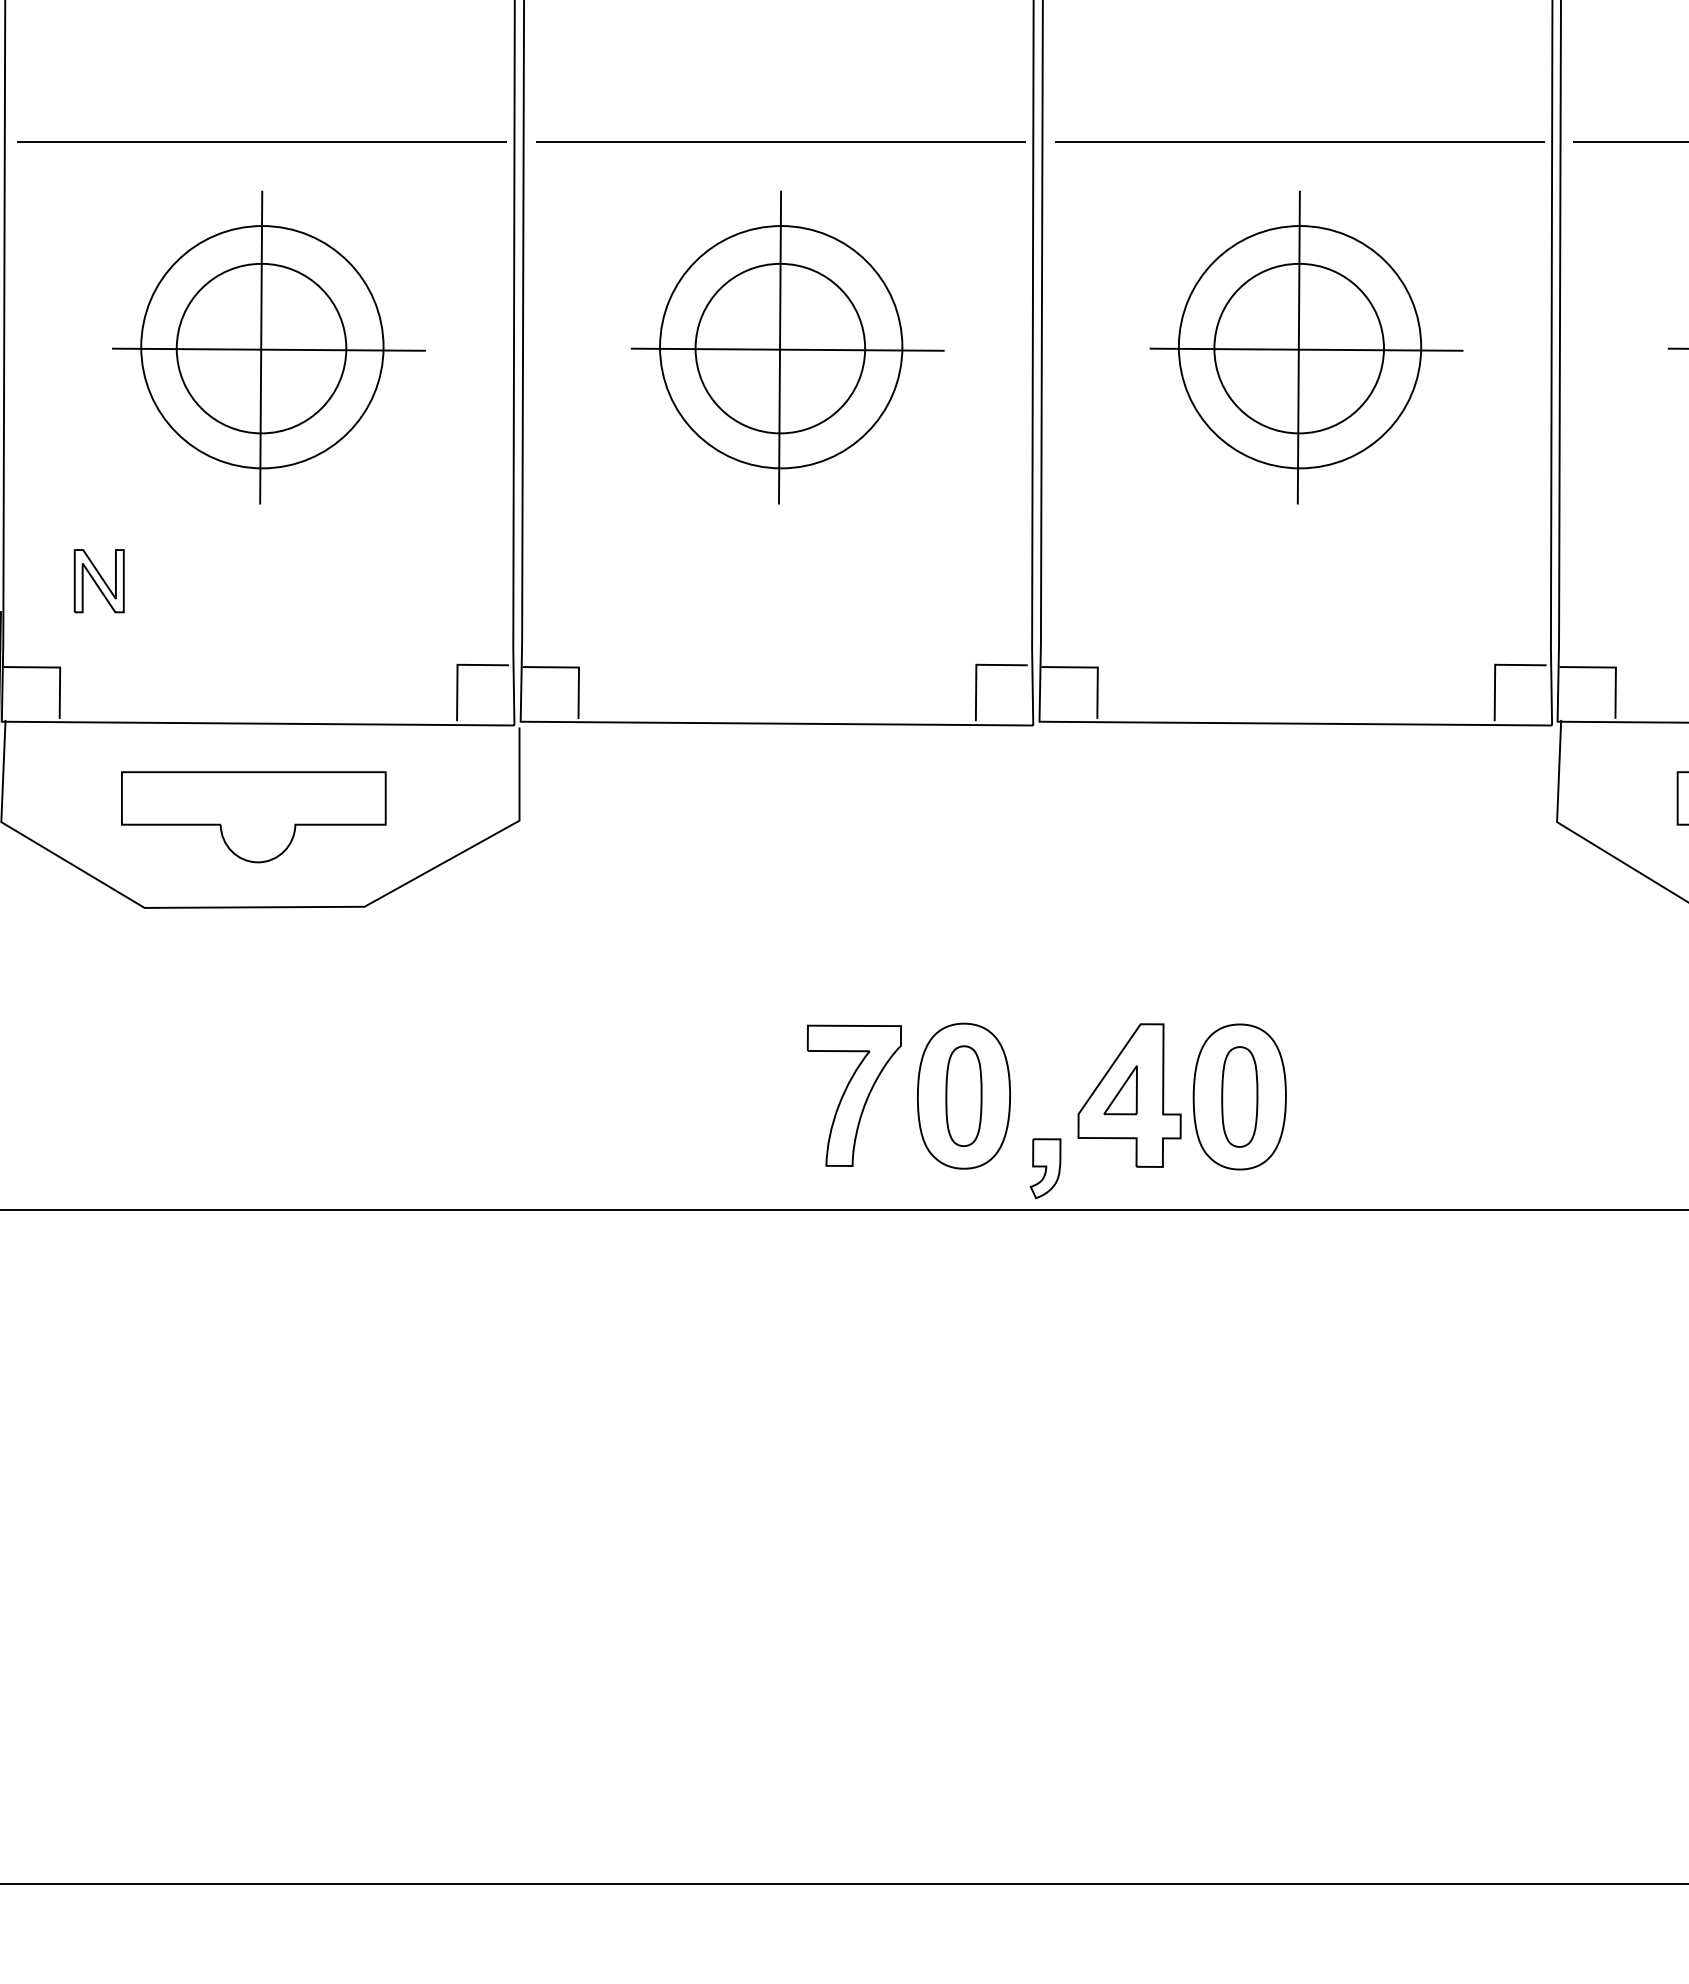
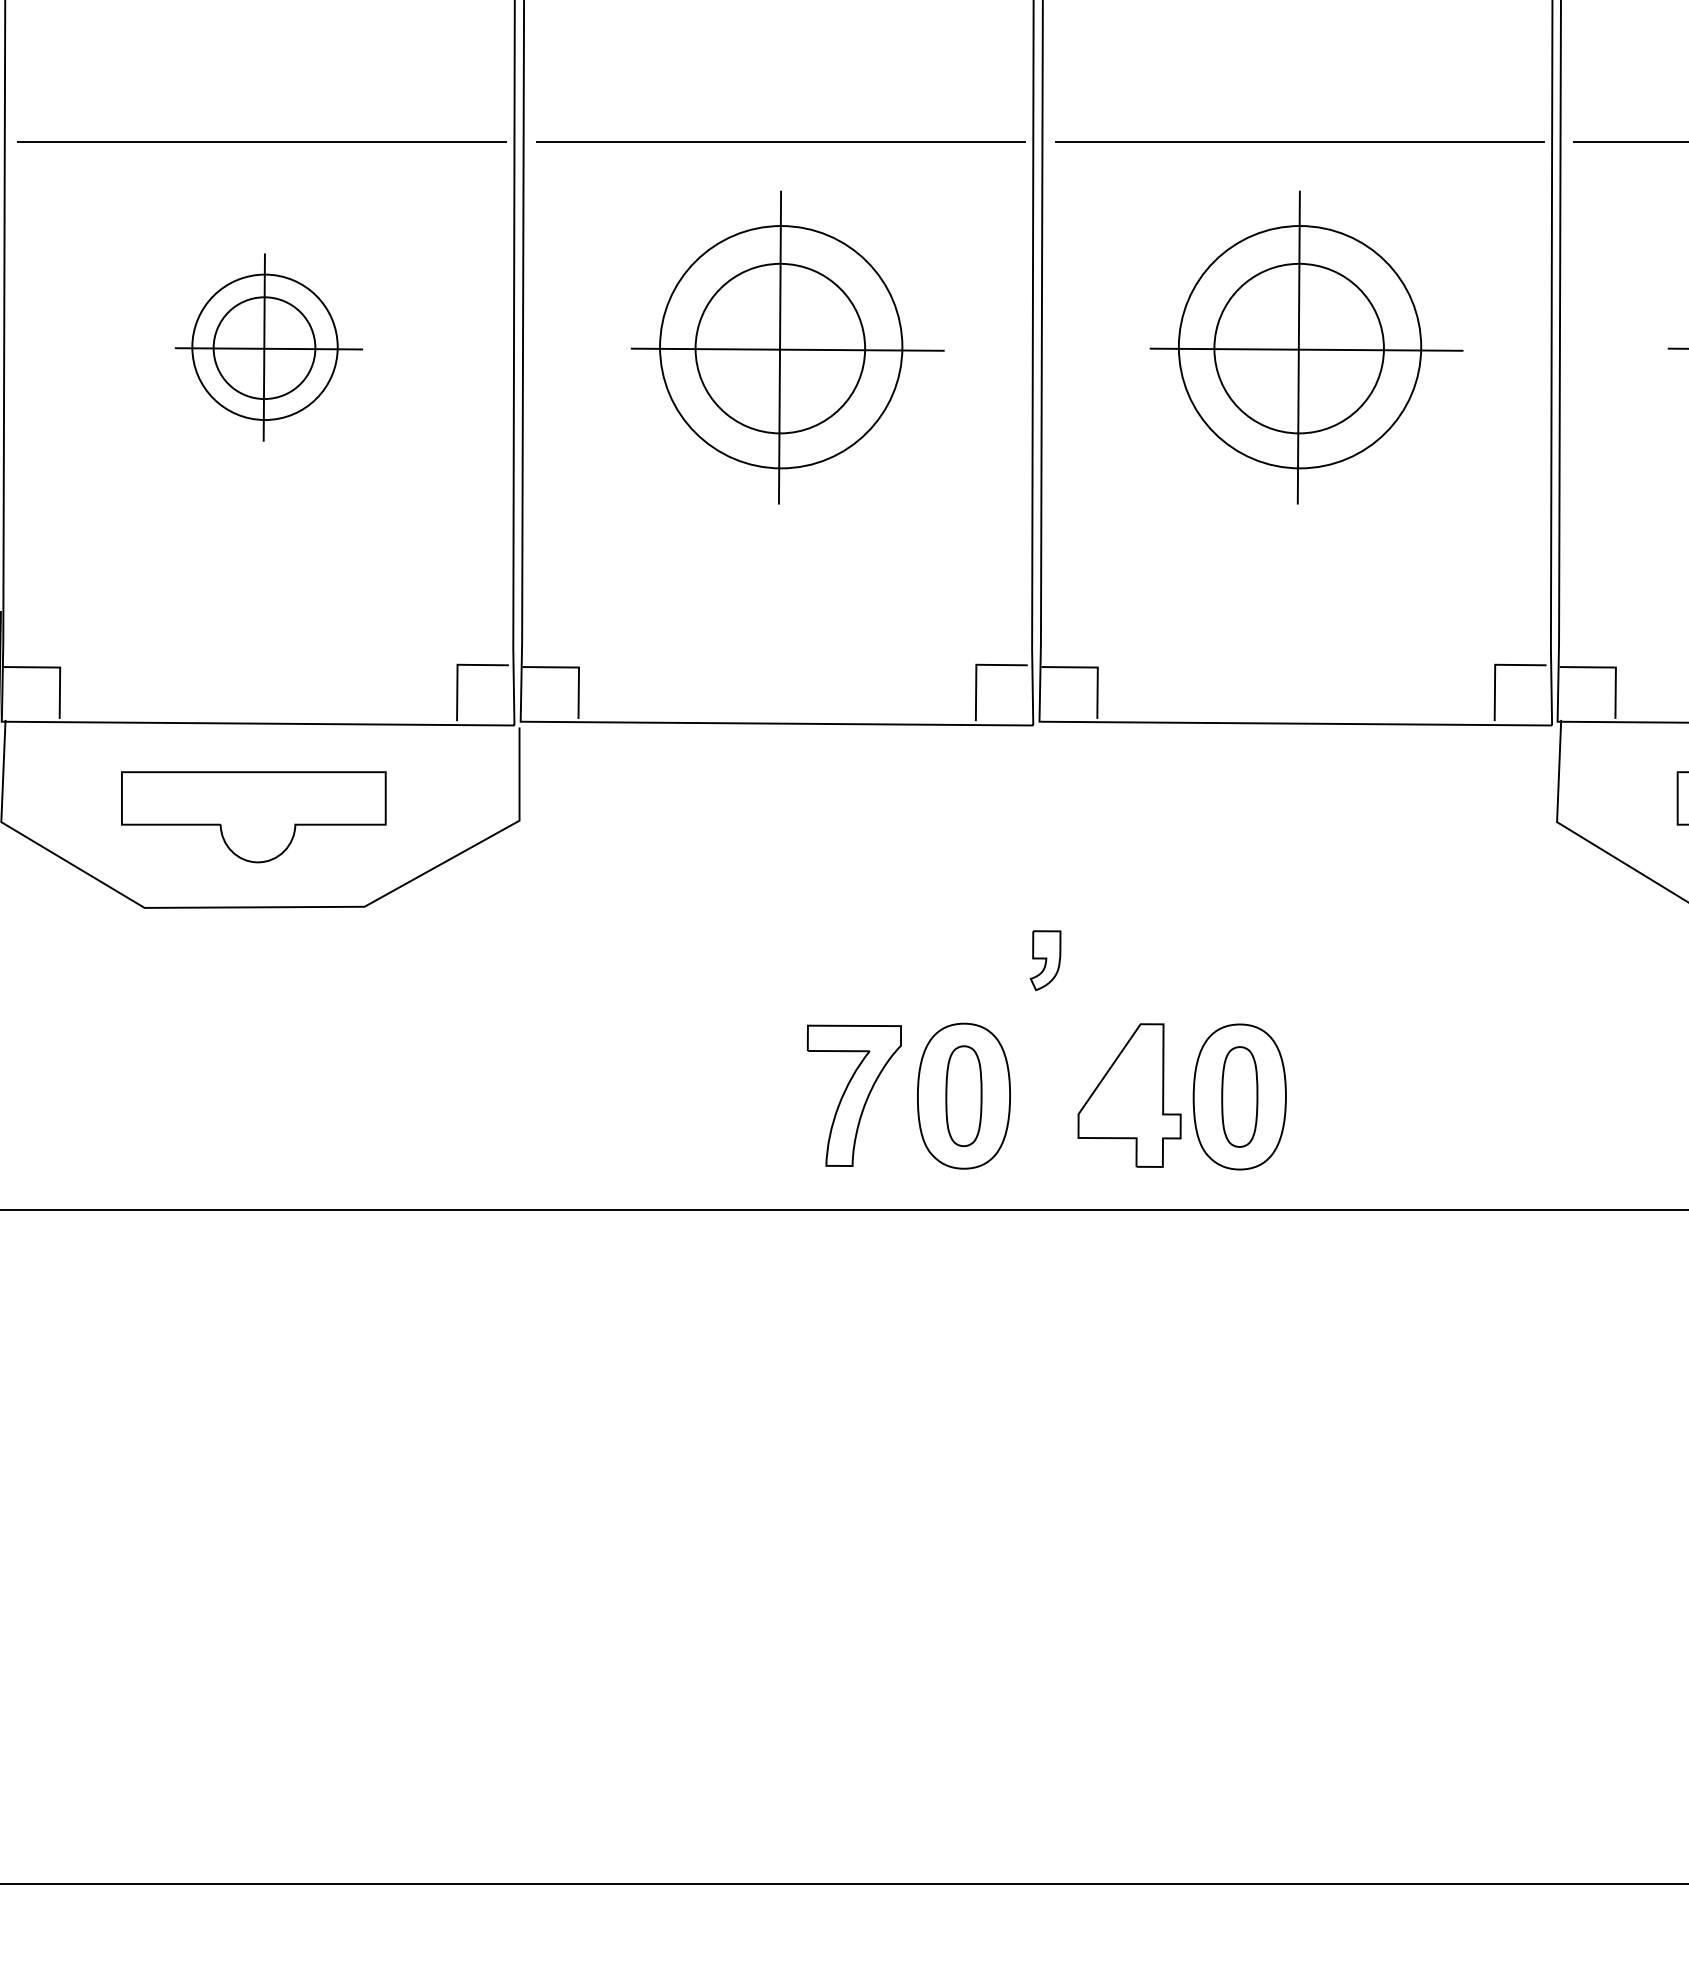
part at (268, 347) size: 314x315 px -> 190x189 px
part at (98, 581): present -> none
part at (1120, 1090): present -> none
part at (1045, 1168) position: (1045, 1168) -> (1045, 960)
